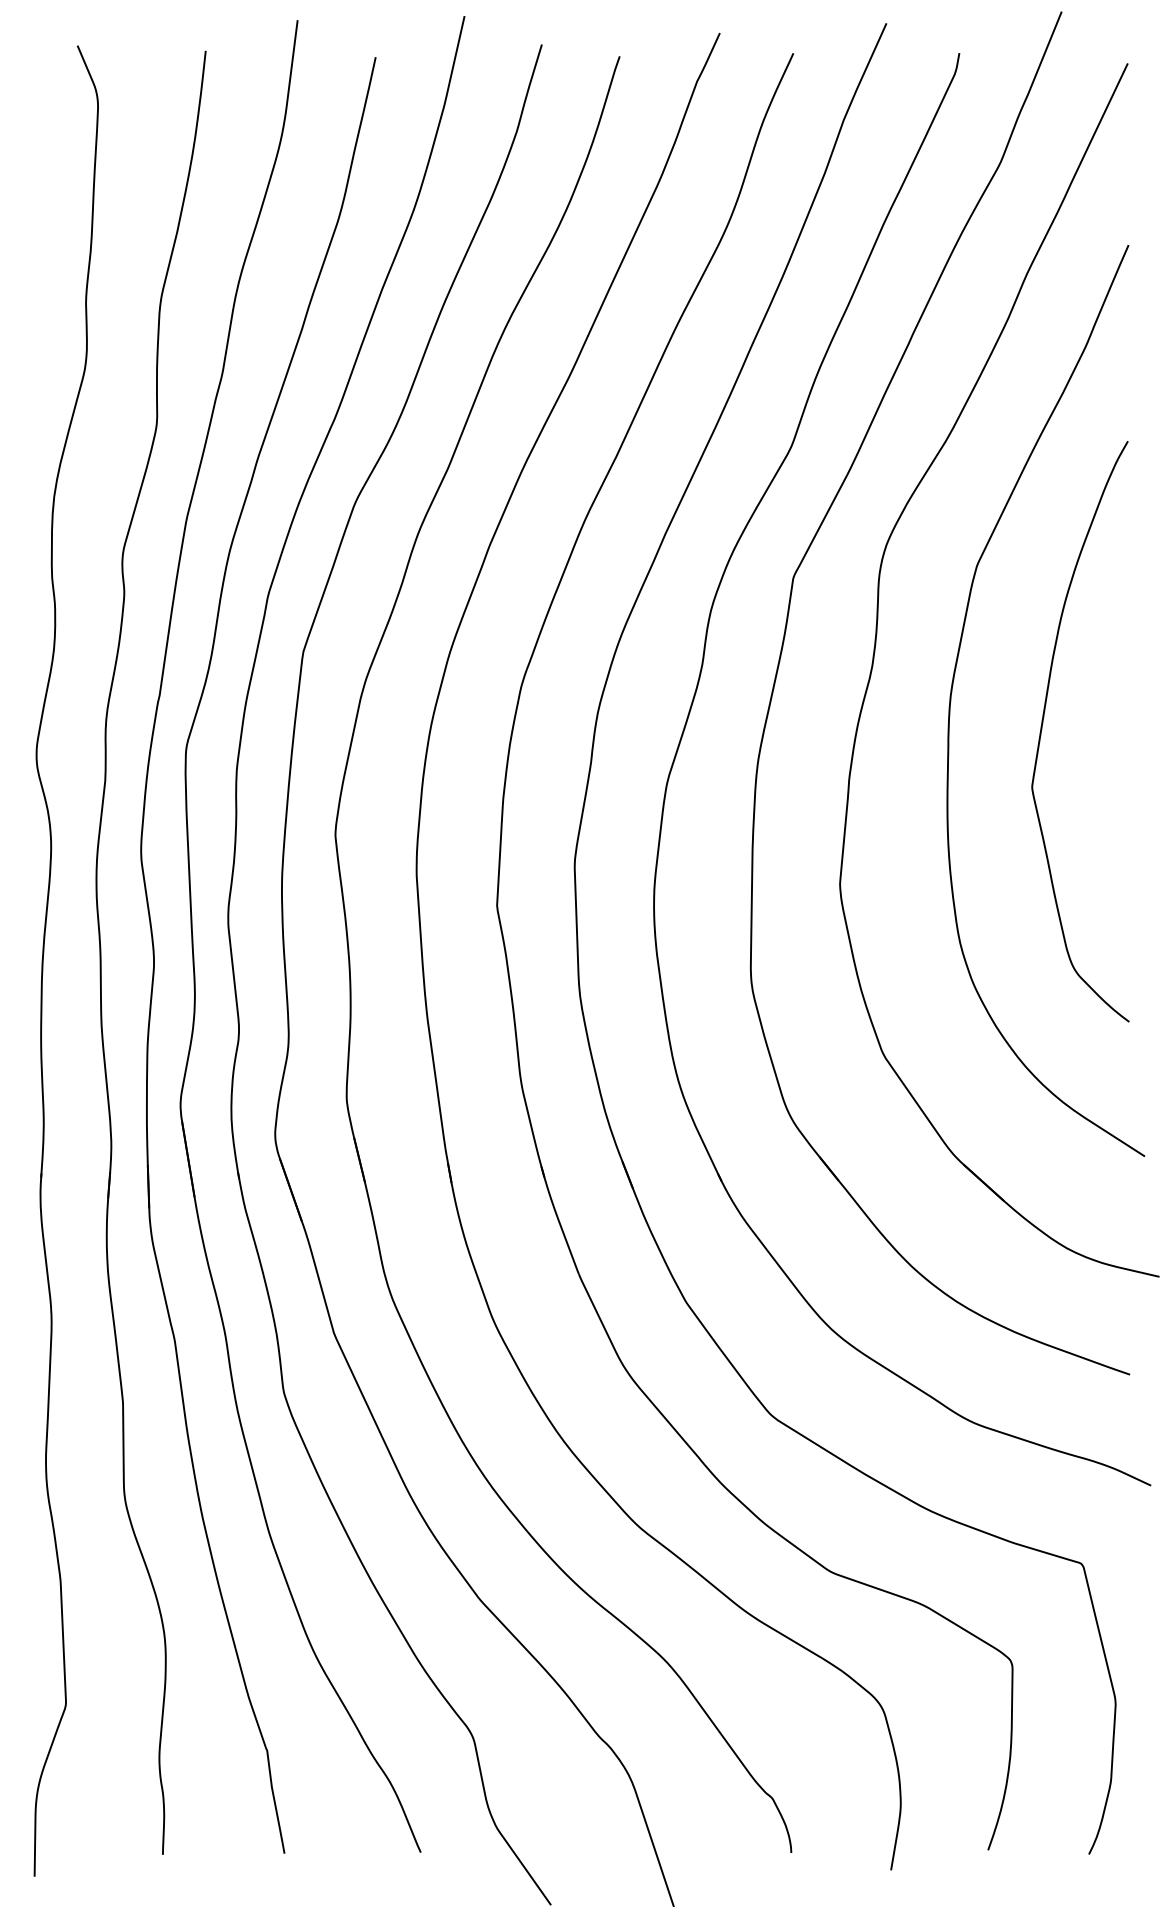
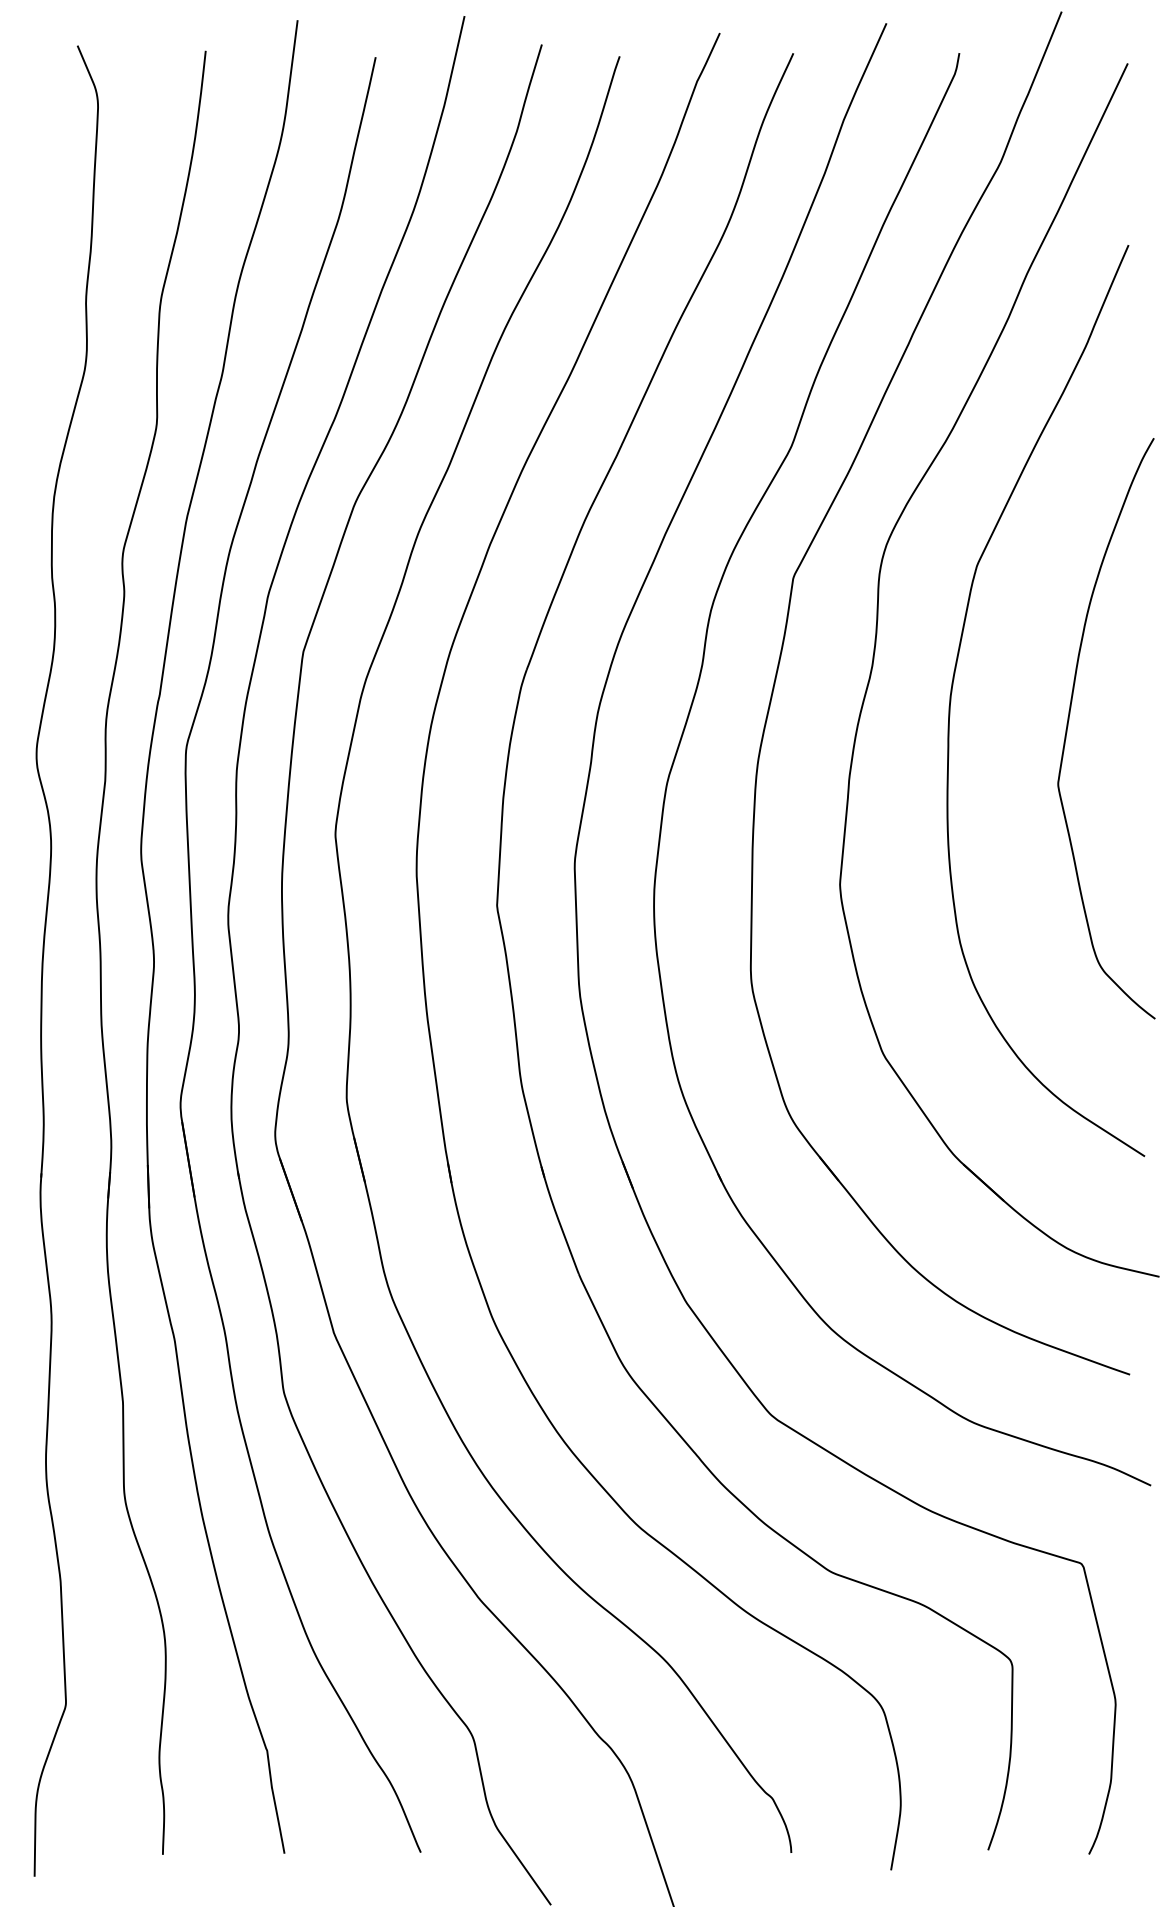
curve at (1043, 723) position: (1043, 723) -> (1069, 720)
